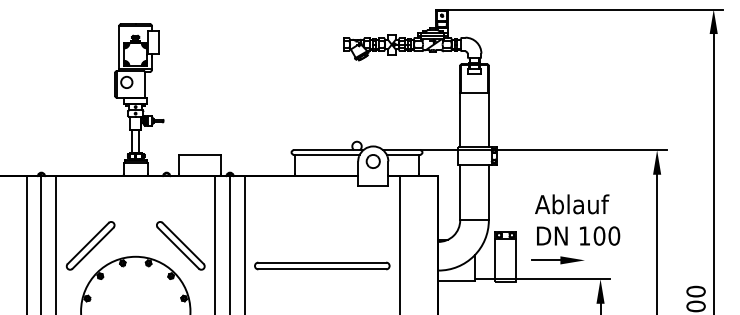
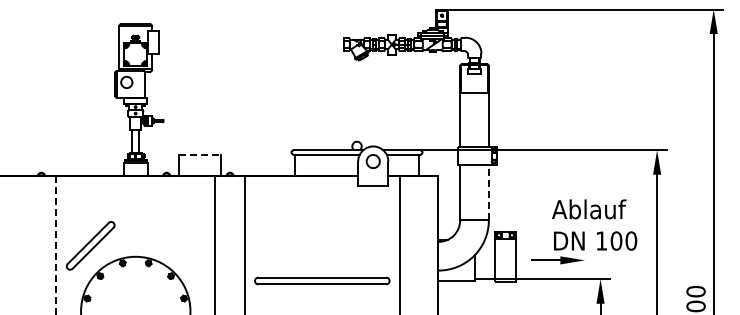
line at (199, 154): solid -> dashed
line at (488, 192): solid -> dashed
text at (577, 219) position: (577, 219) -> (594, 224)
line at (41, 242): present -> none
line at (230, 242): present -> none
line at (26, 243): present -> none
line at (56, 245): solid -> dashed
part at (180, 245): present -> none
part at (322, 265) position: (322, 265) -> (322, 280)
